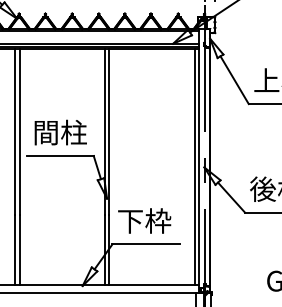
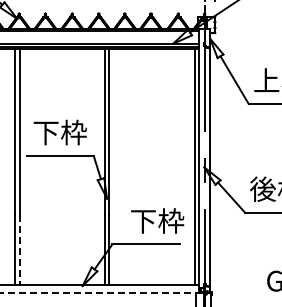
text at (59, 132): 間柱 -> 下枠
text at (144, 220) position: (144, 220) -> (157, 220)
line at (20, 250): solid -> dashed
line at (98, 292): solid -> dashed
